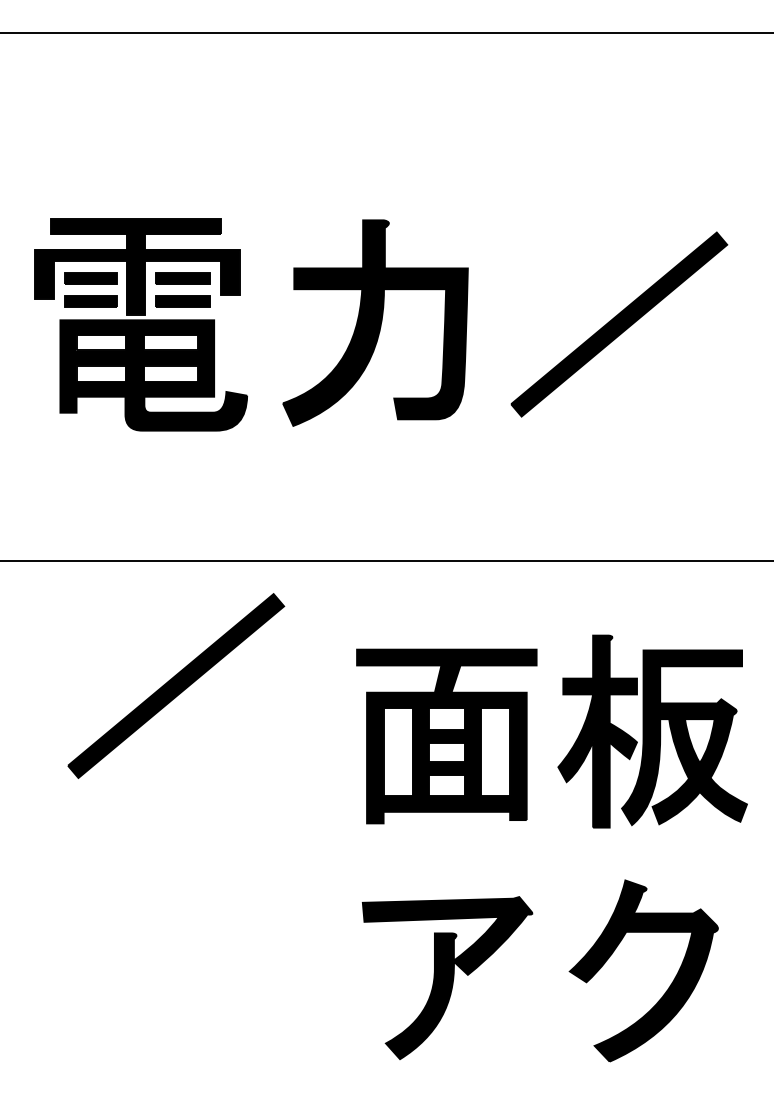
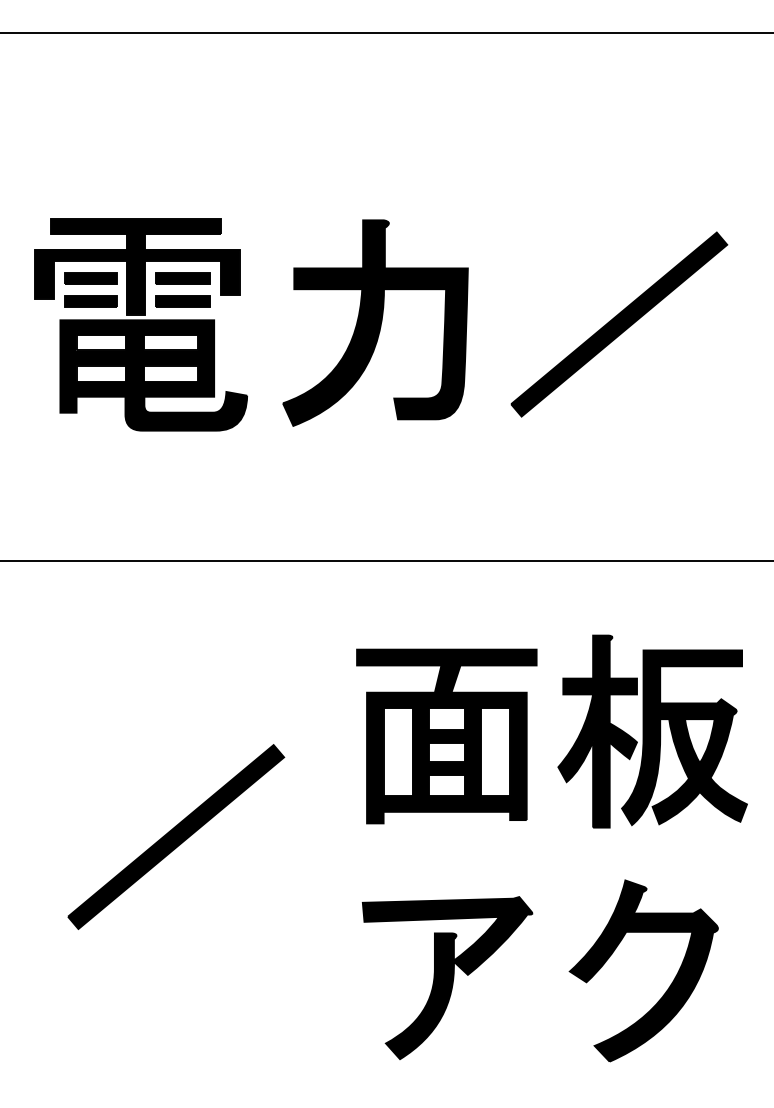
part at (176, 685) position: (176, 685) -> (176, 836)
